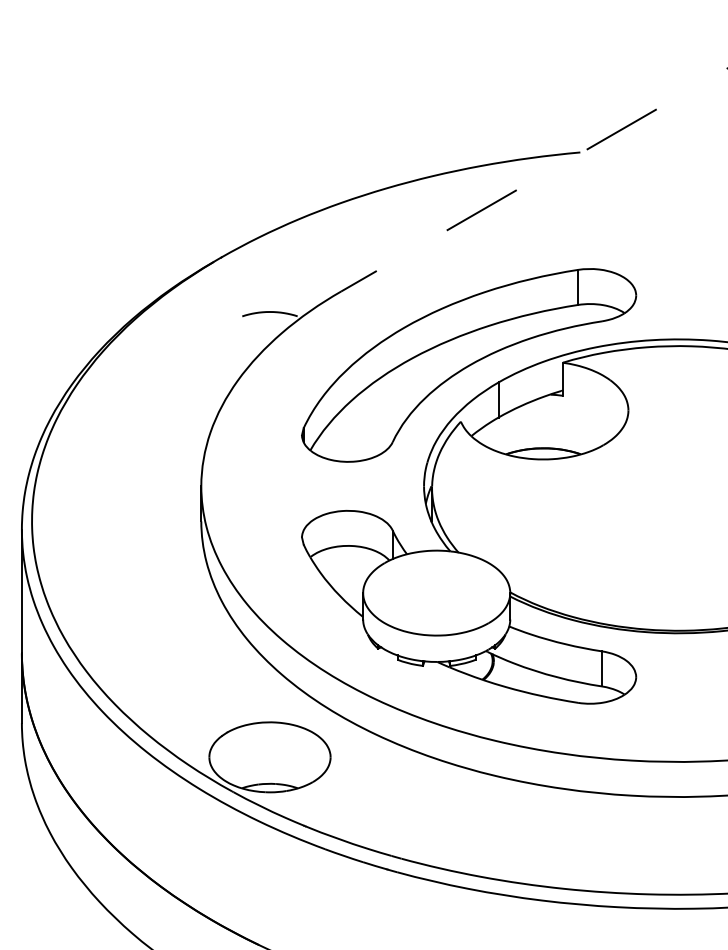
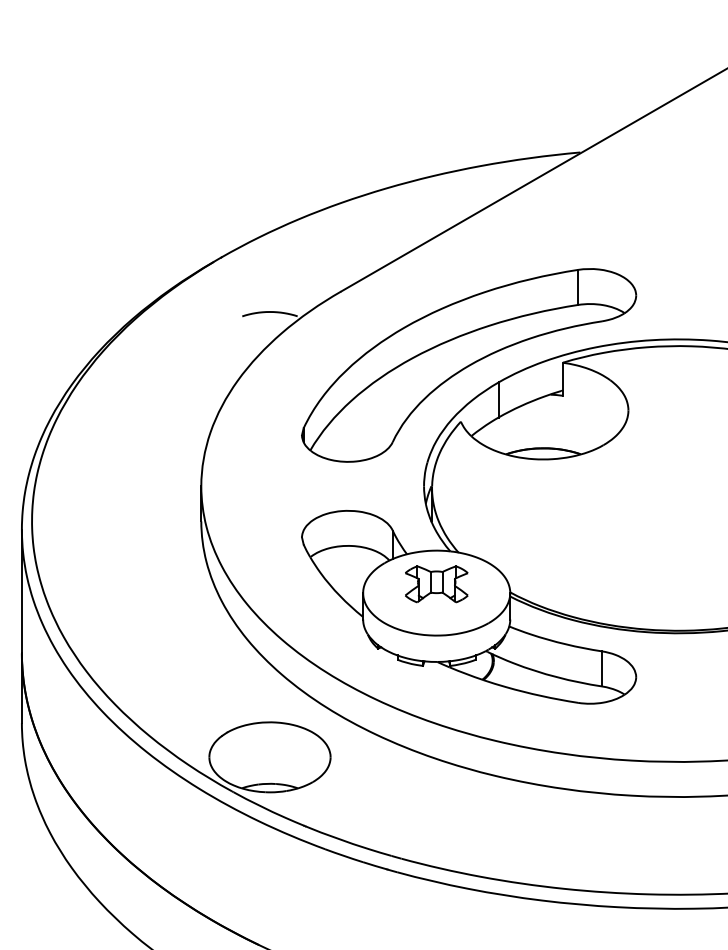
line at (533, 180): dashed -> solid
part at (436, 584): none -> present
